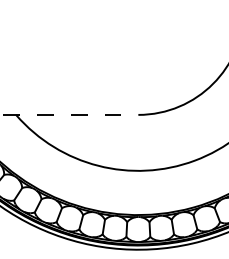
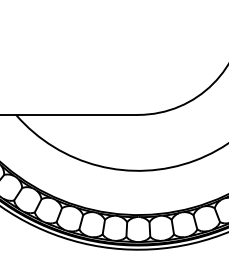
line at (69, 114): dashed -> solid
